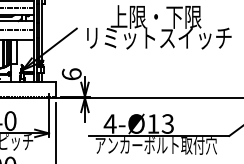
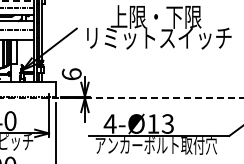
line at (17, 0): solid -> dashed
line at (121, 98): solid -> dashed
